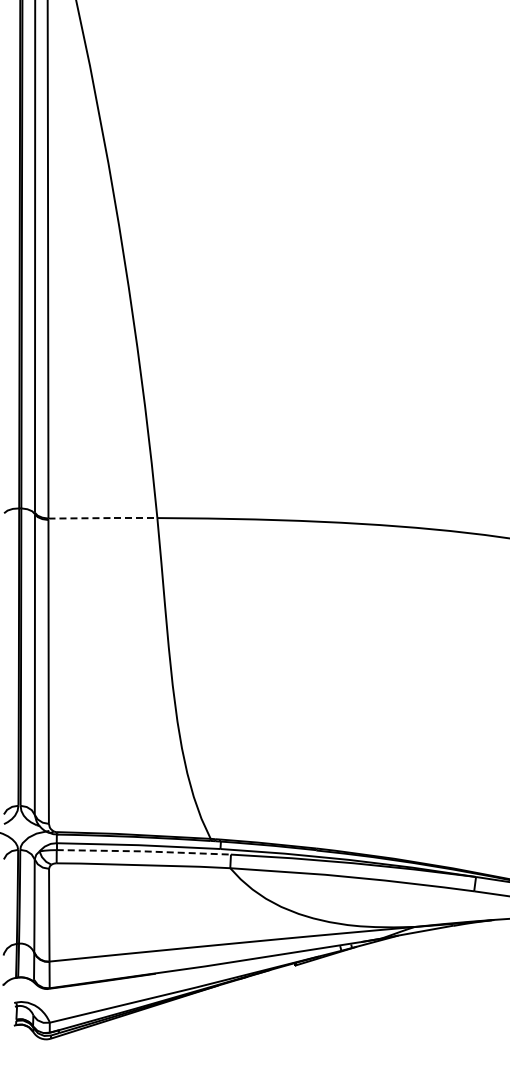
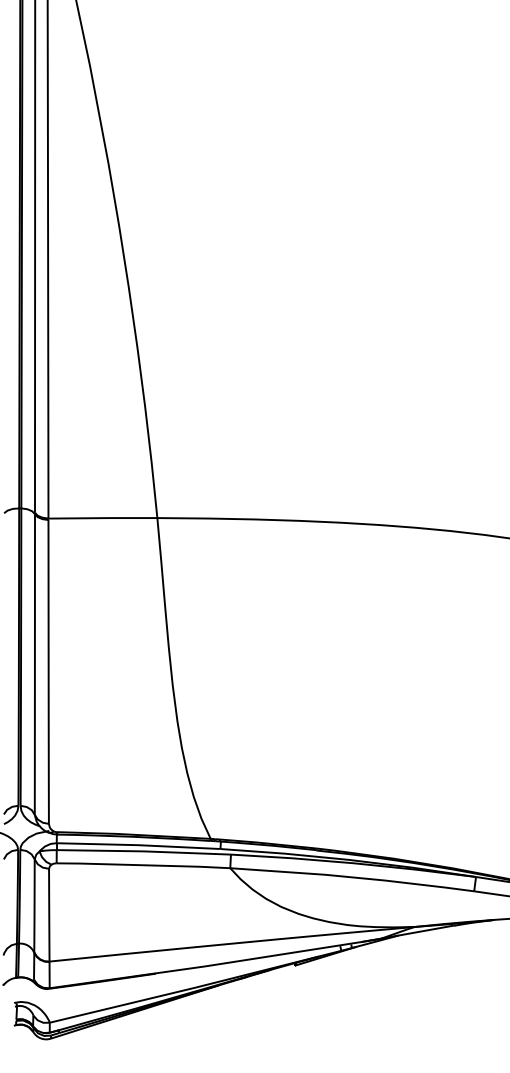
line at (104, 518): dashed -> solid
line at (143, 851): dashed -> solid
